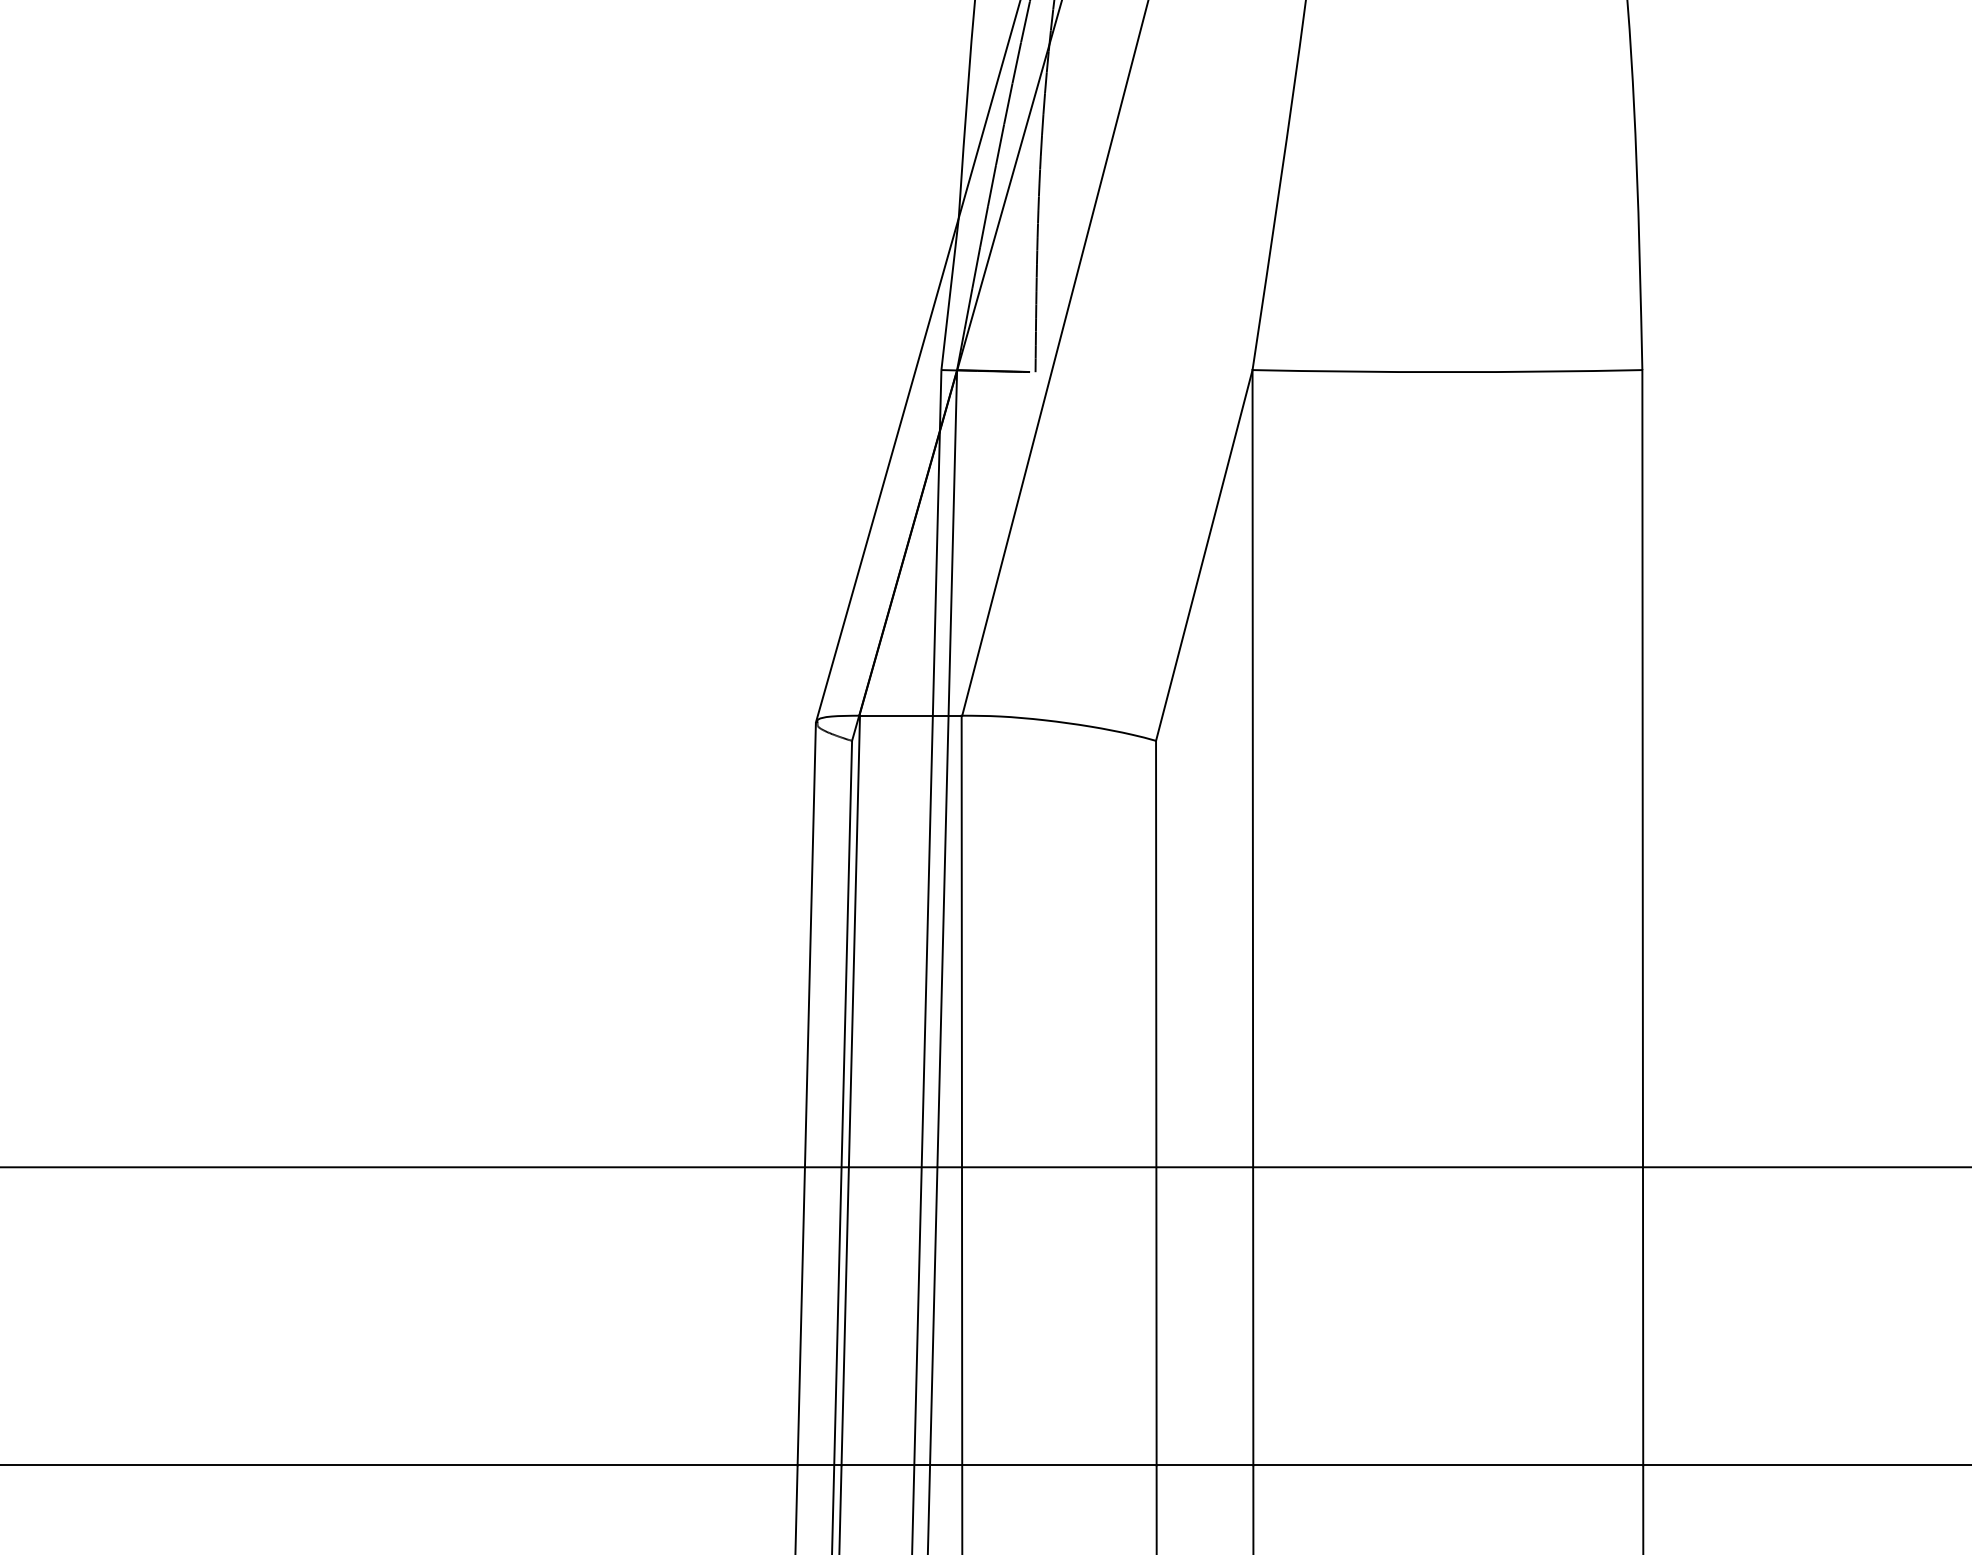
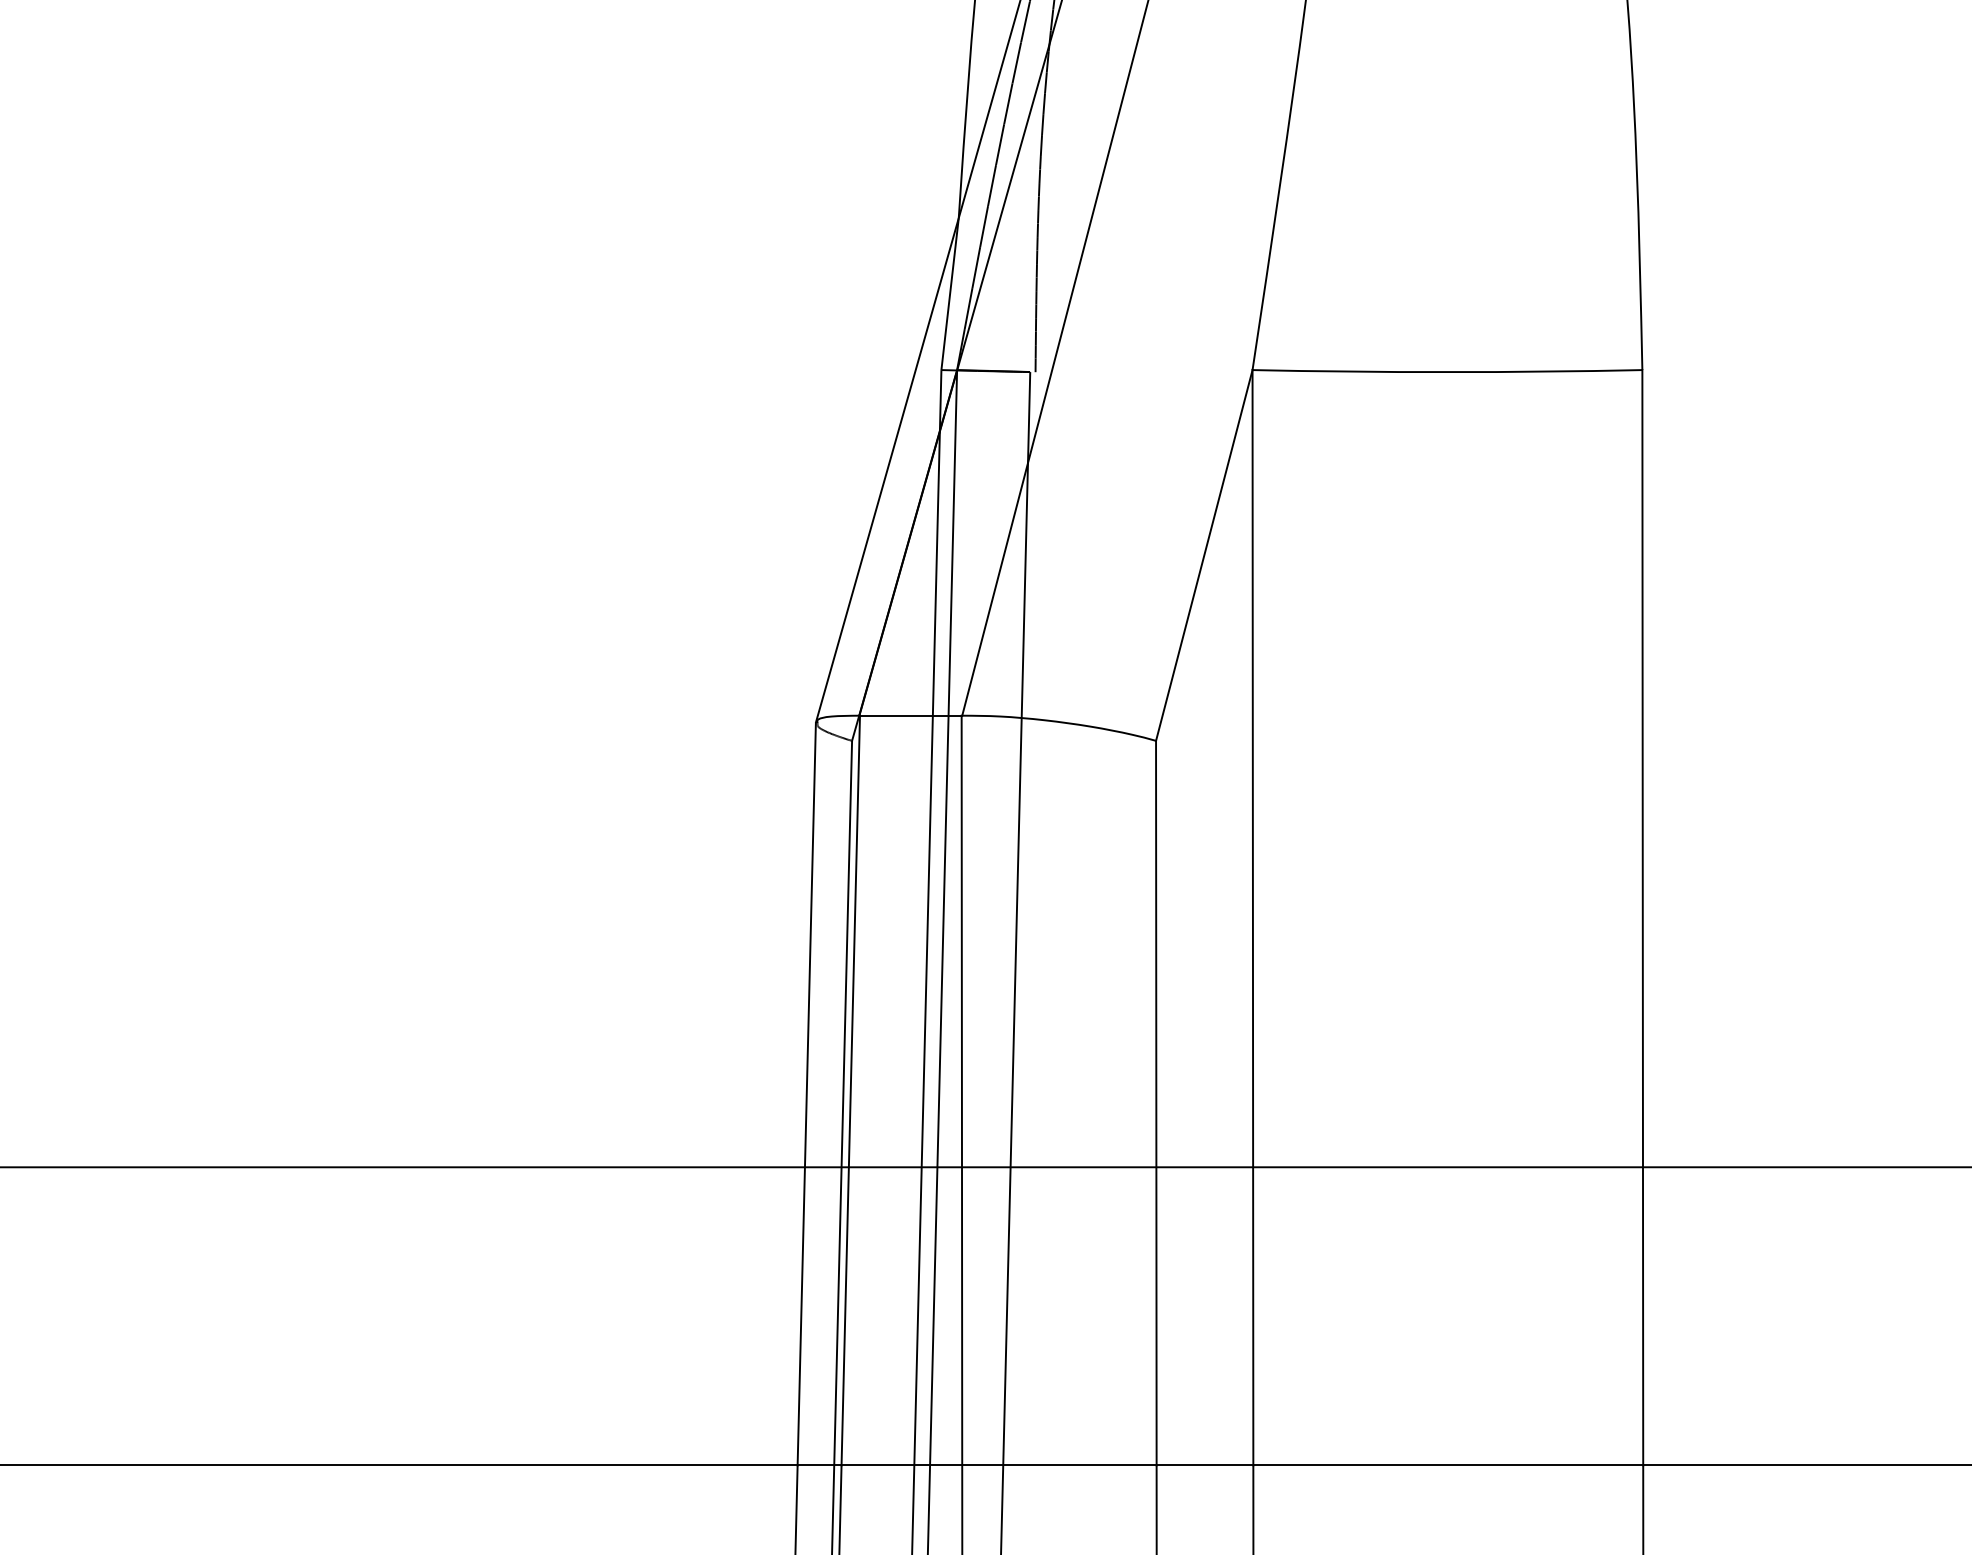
line at (1015, 961): none -> present
